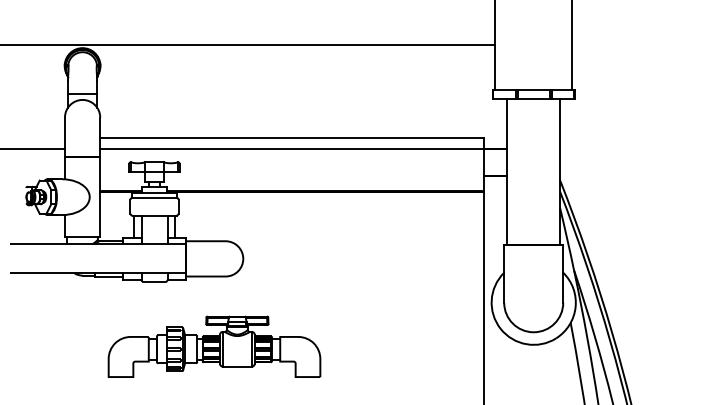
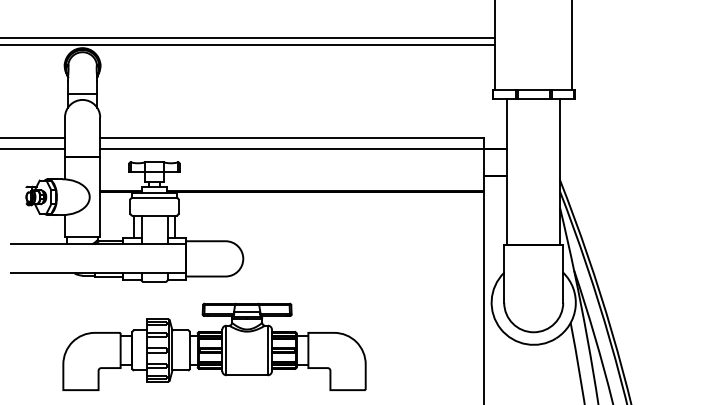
line at (248, 38): none -> present
line at (33, 137): none -> present
part at (214, 346) size: 215x63 px -> 305x89 px
